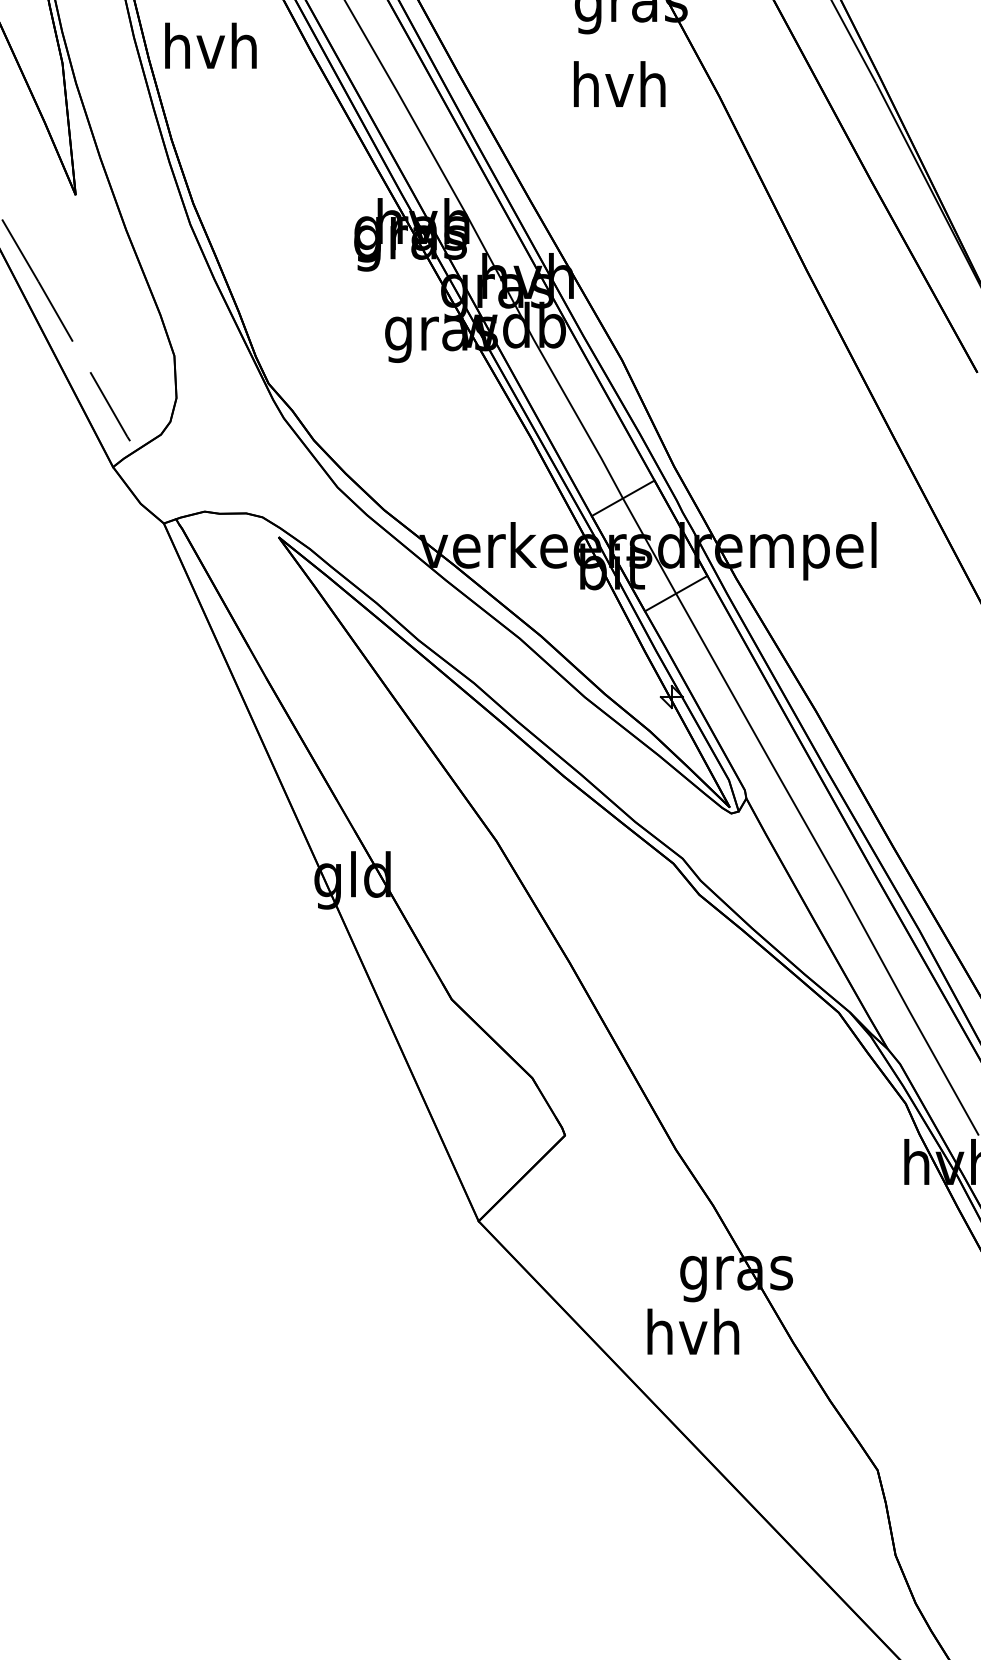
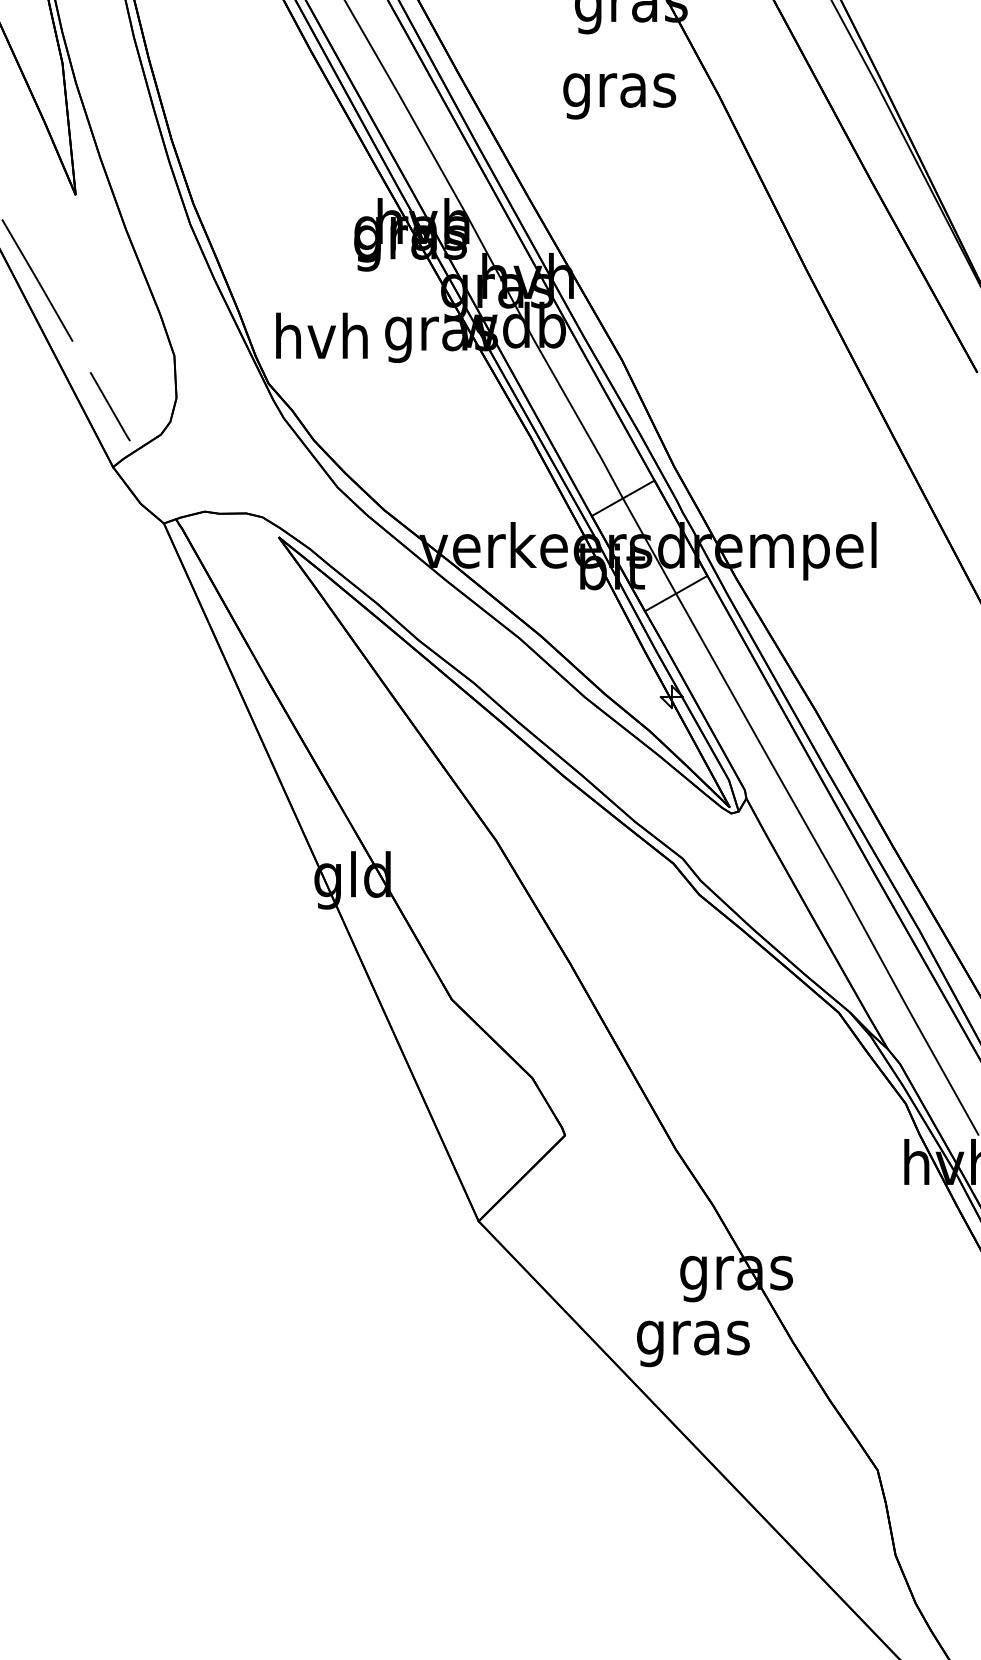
text at (210, 45) position: (210, 45) -> (321, 335)
text at (619, 90): hvh -> gras
text at (693, 1337): hvh -> gras
